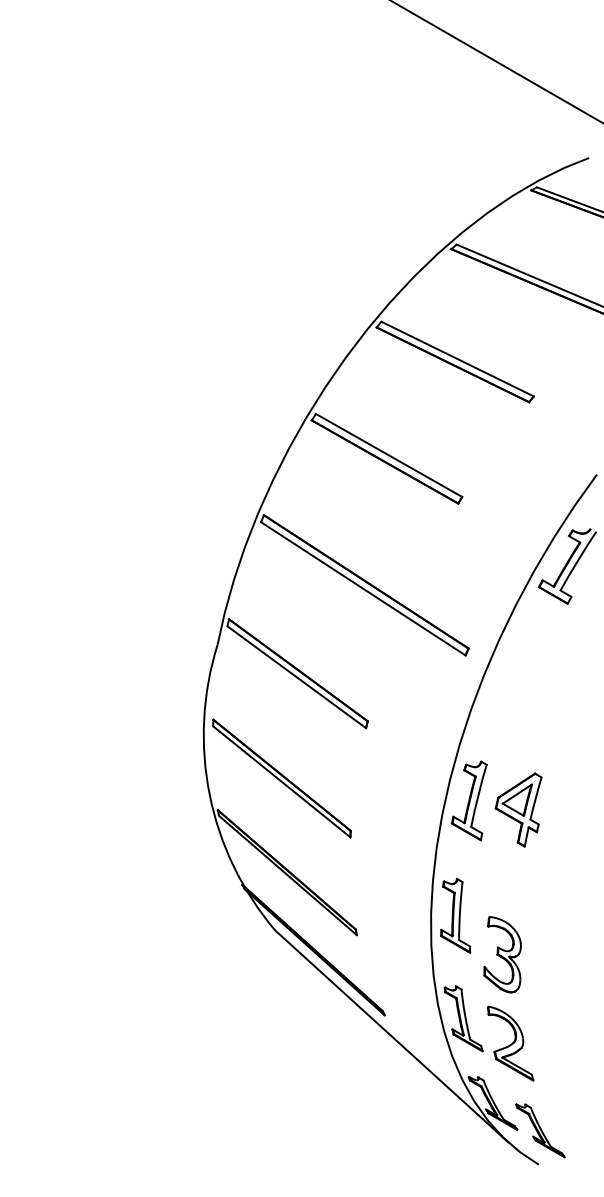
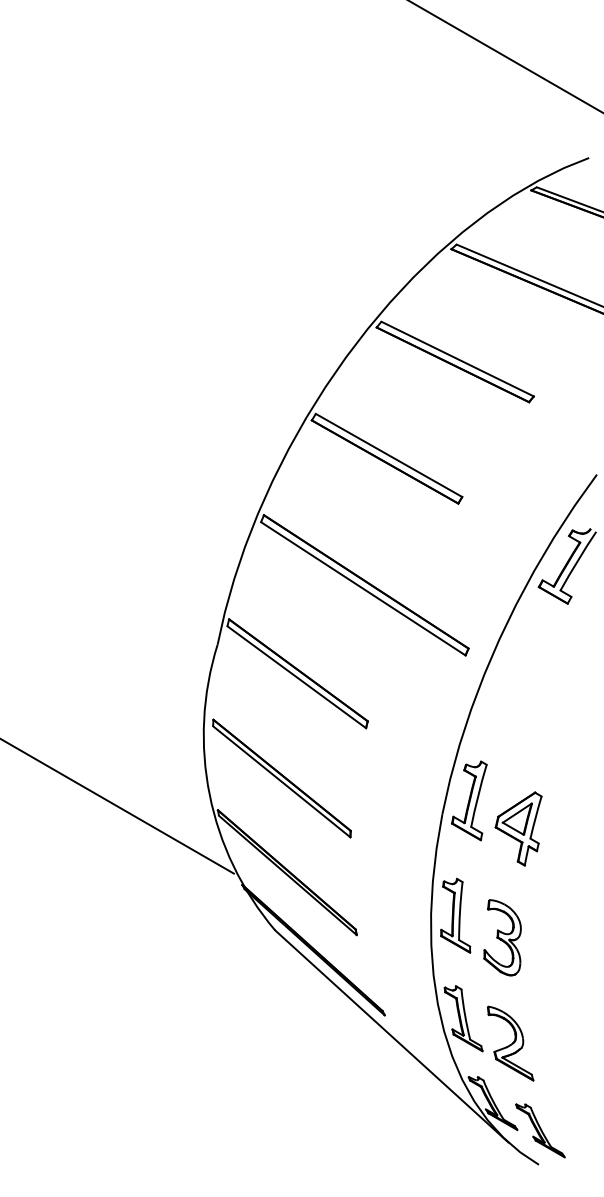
line at (496, 61) position: (496, 61) -> (505, 56)
line at (117, 806): none -> present
part at (518, 809) position: (518, 809) -> (518, 828)
part at (502, 954) position: (502, 954) -> (502, 937)
